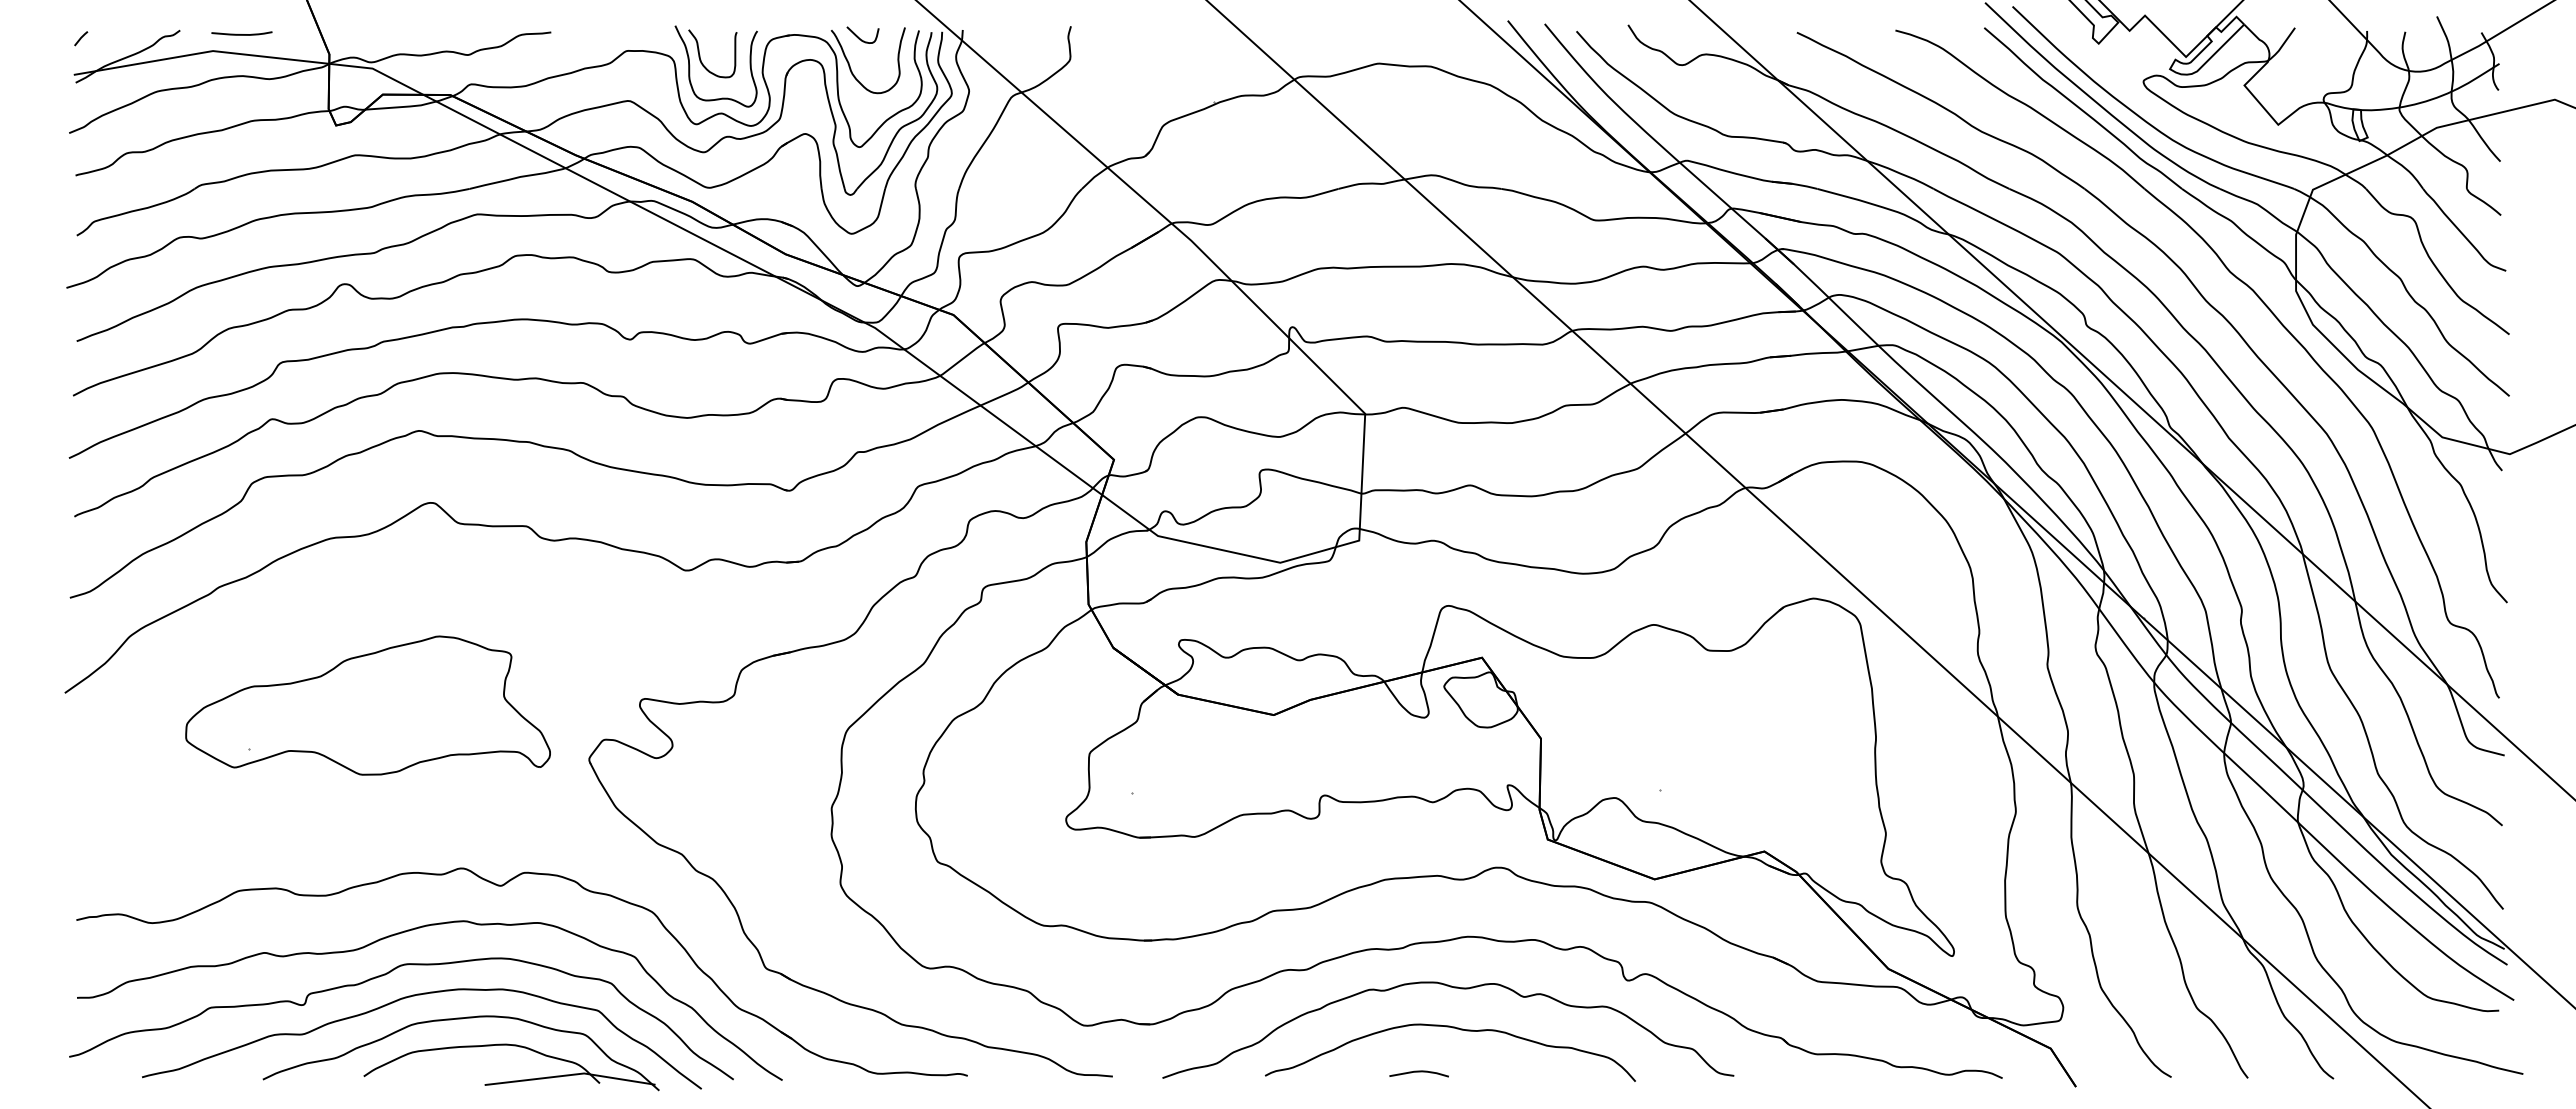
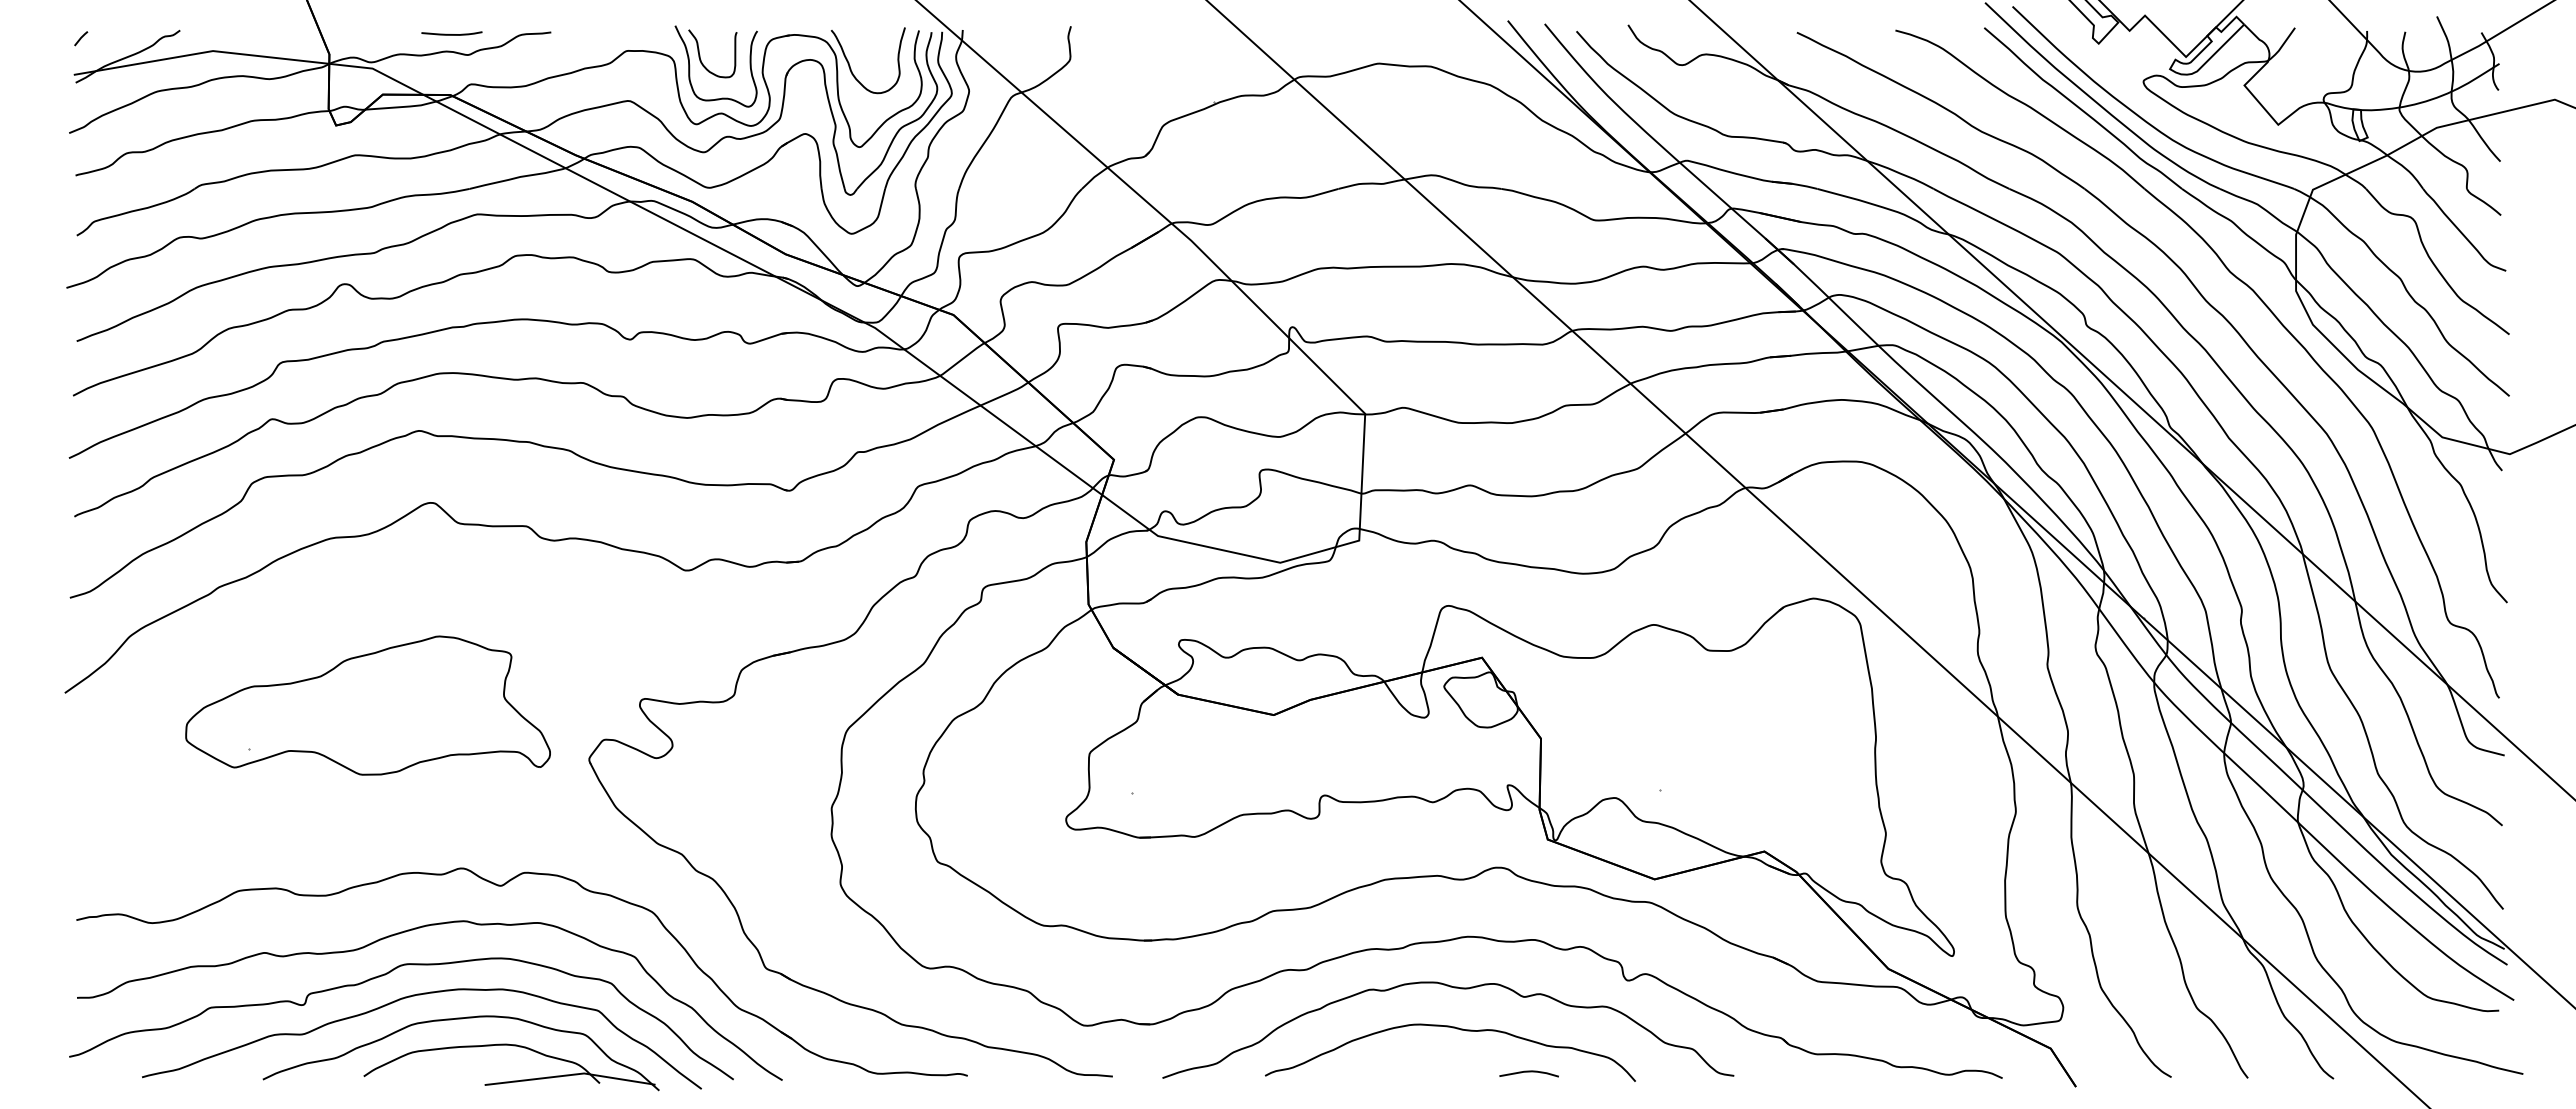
curve at (241, 34) position: (241, 34) -> (451, 34)
curve at (859, 37): present -> none
curve at (1418, 1072) position: (1418, 1072) -> (1528, 1072)
